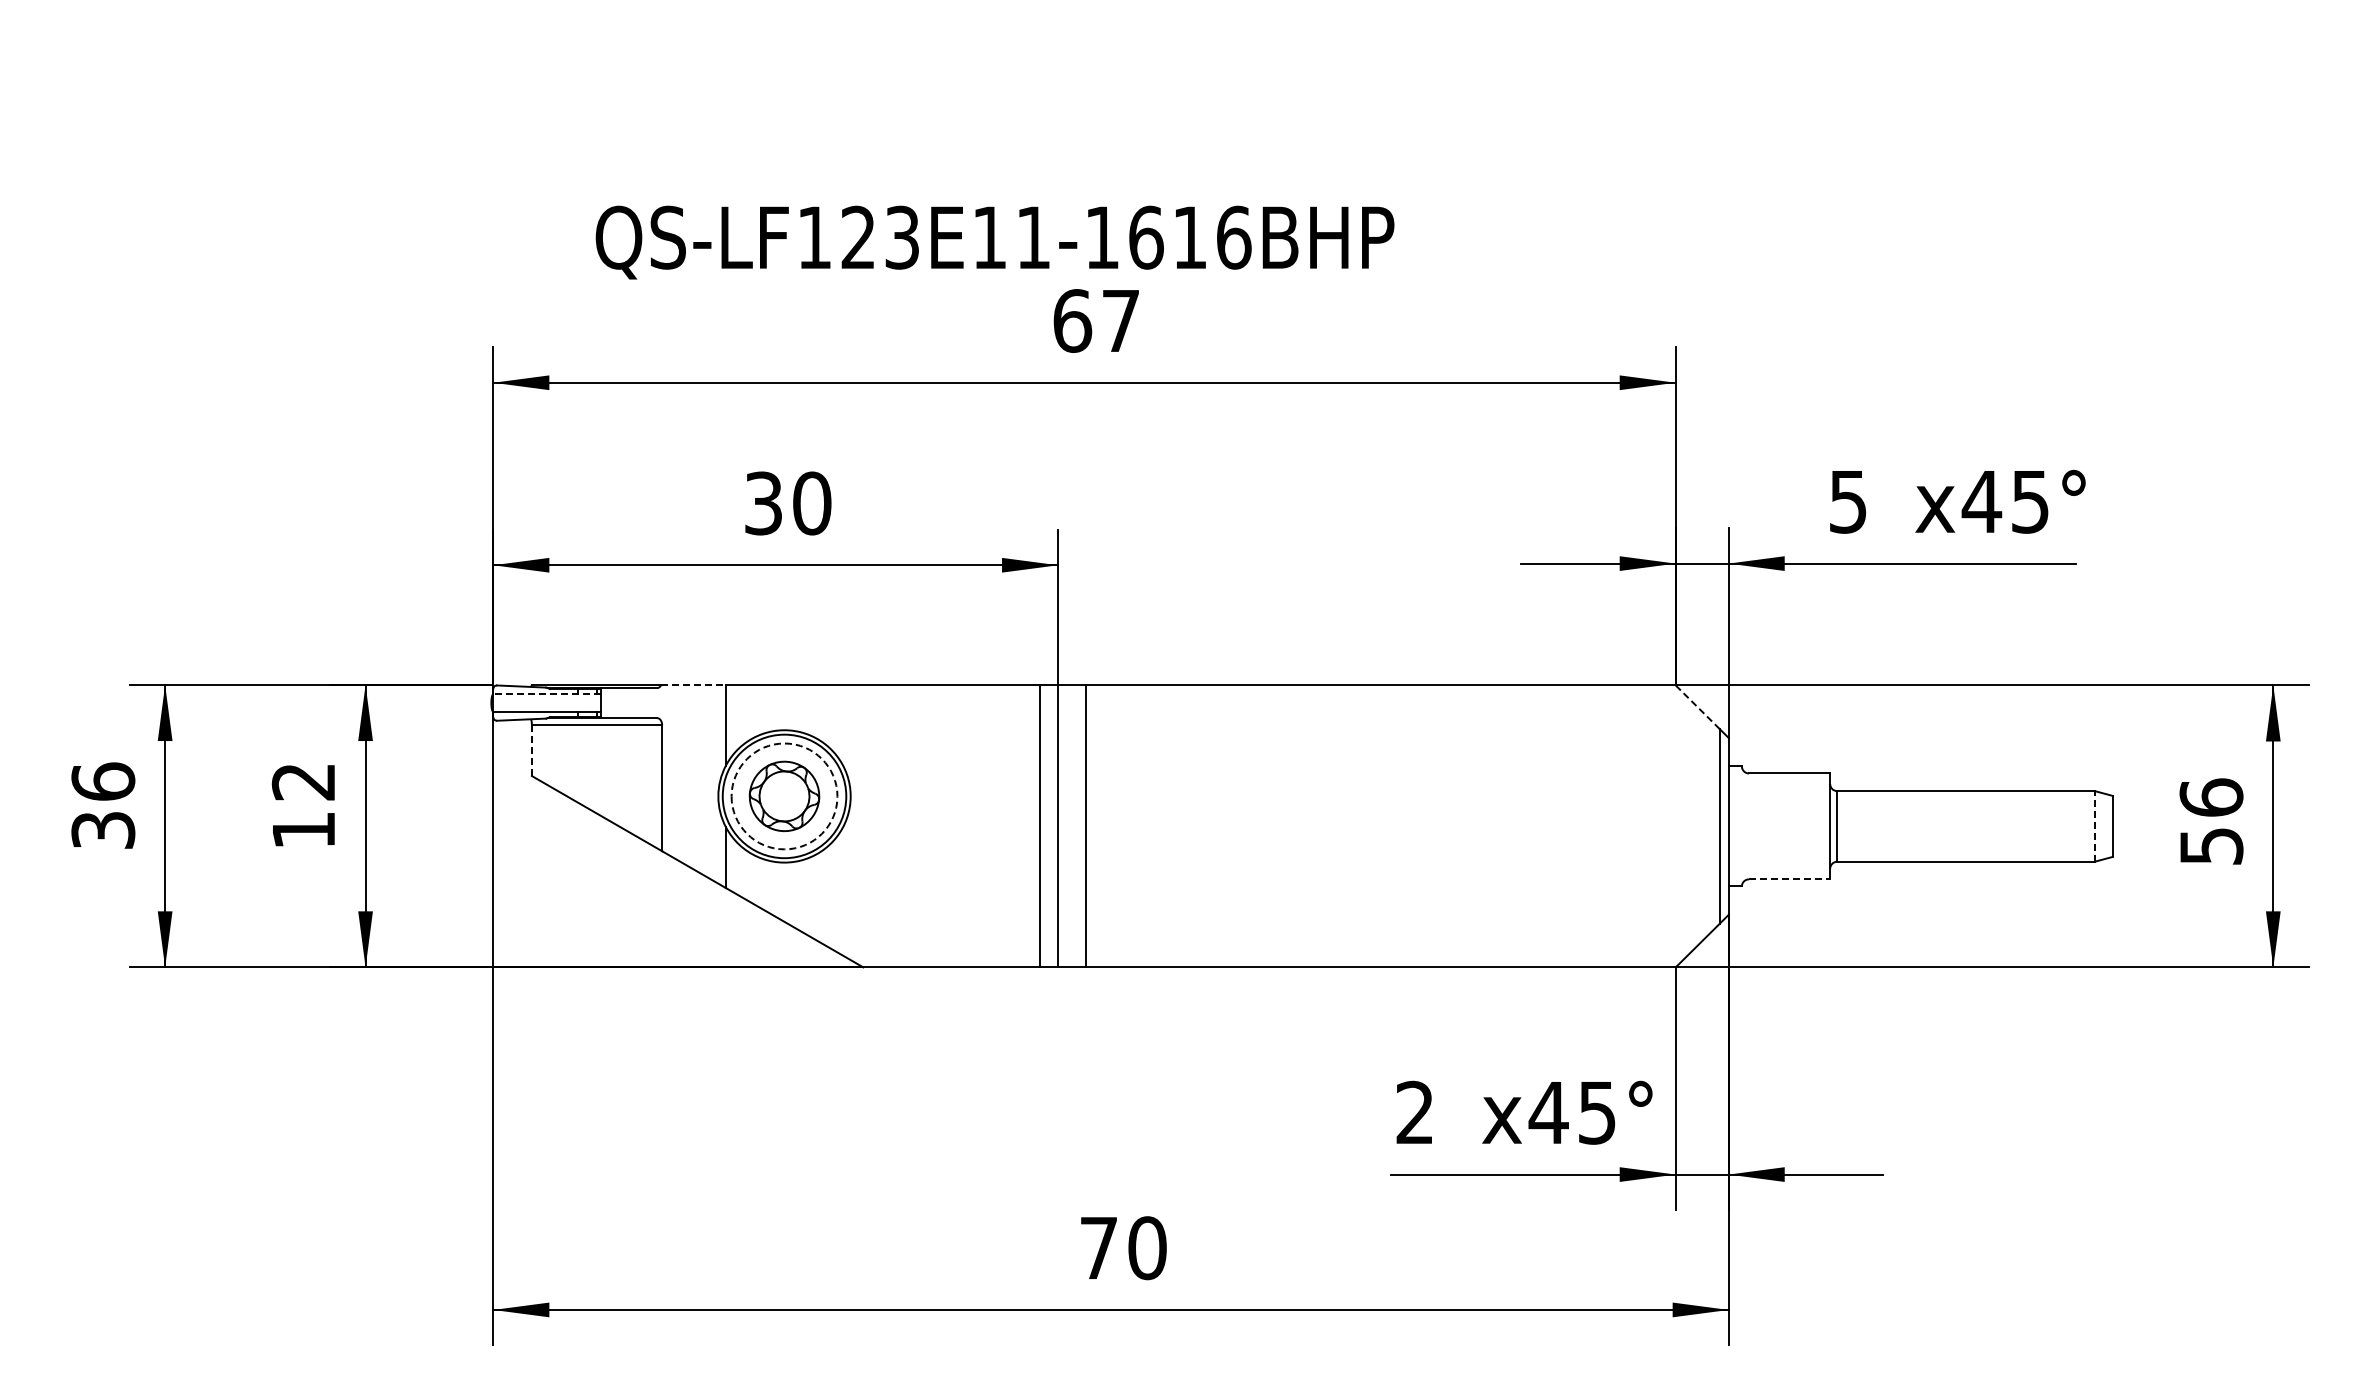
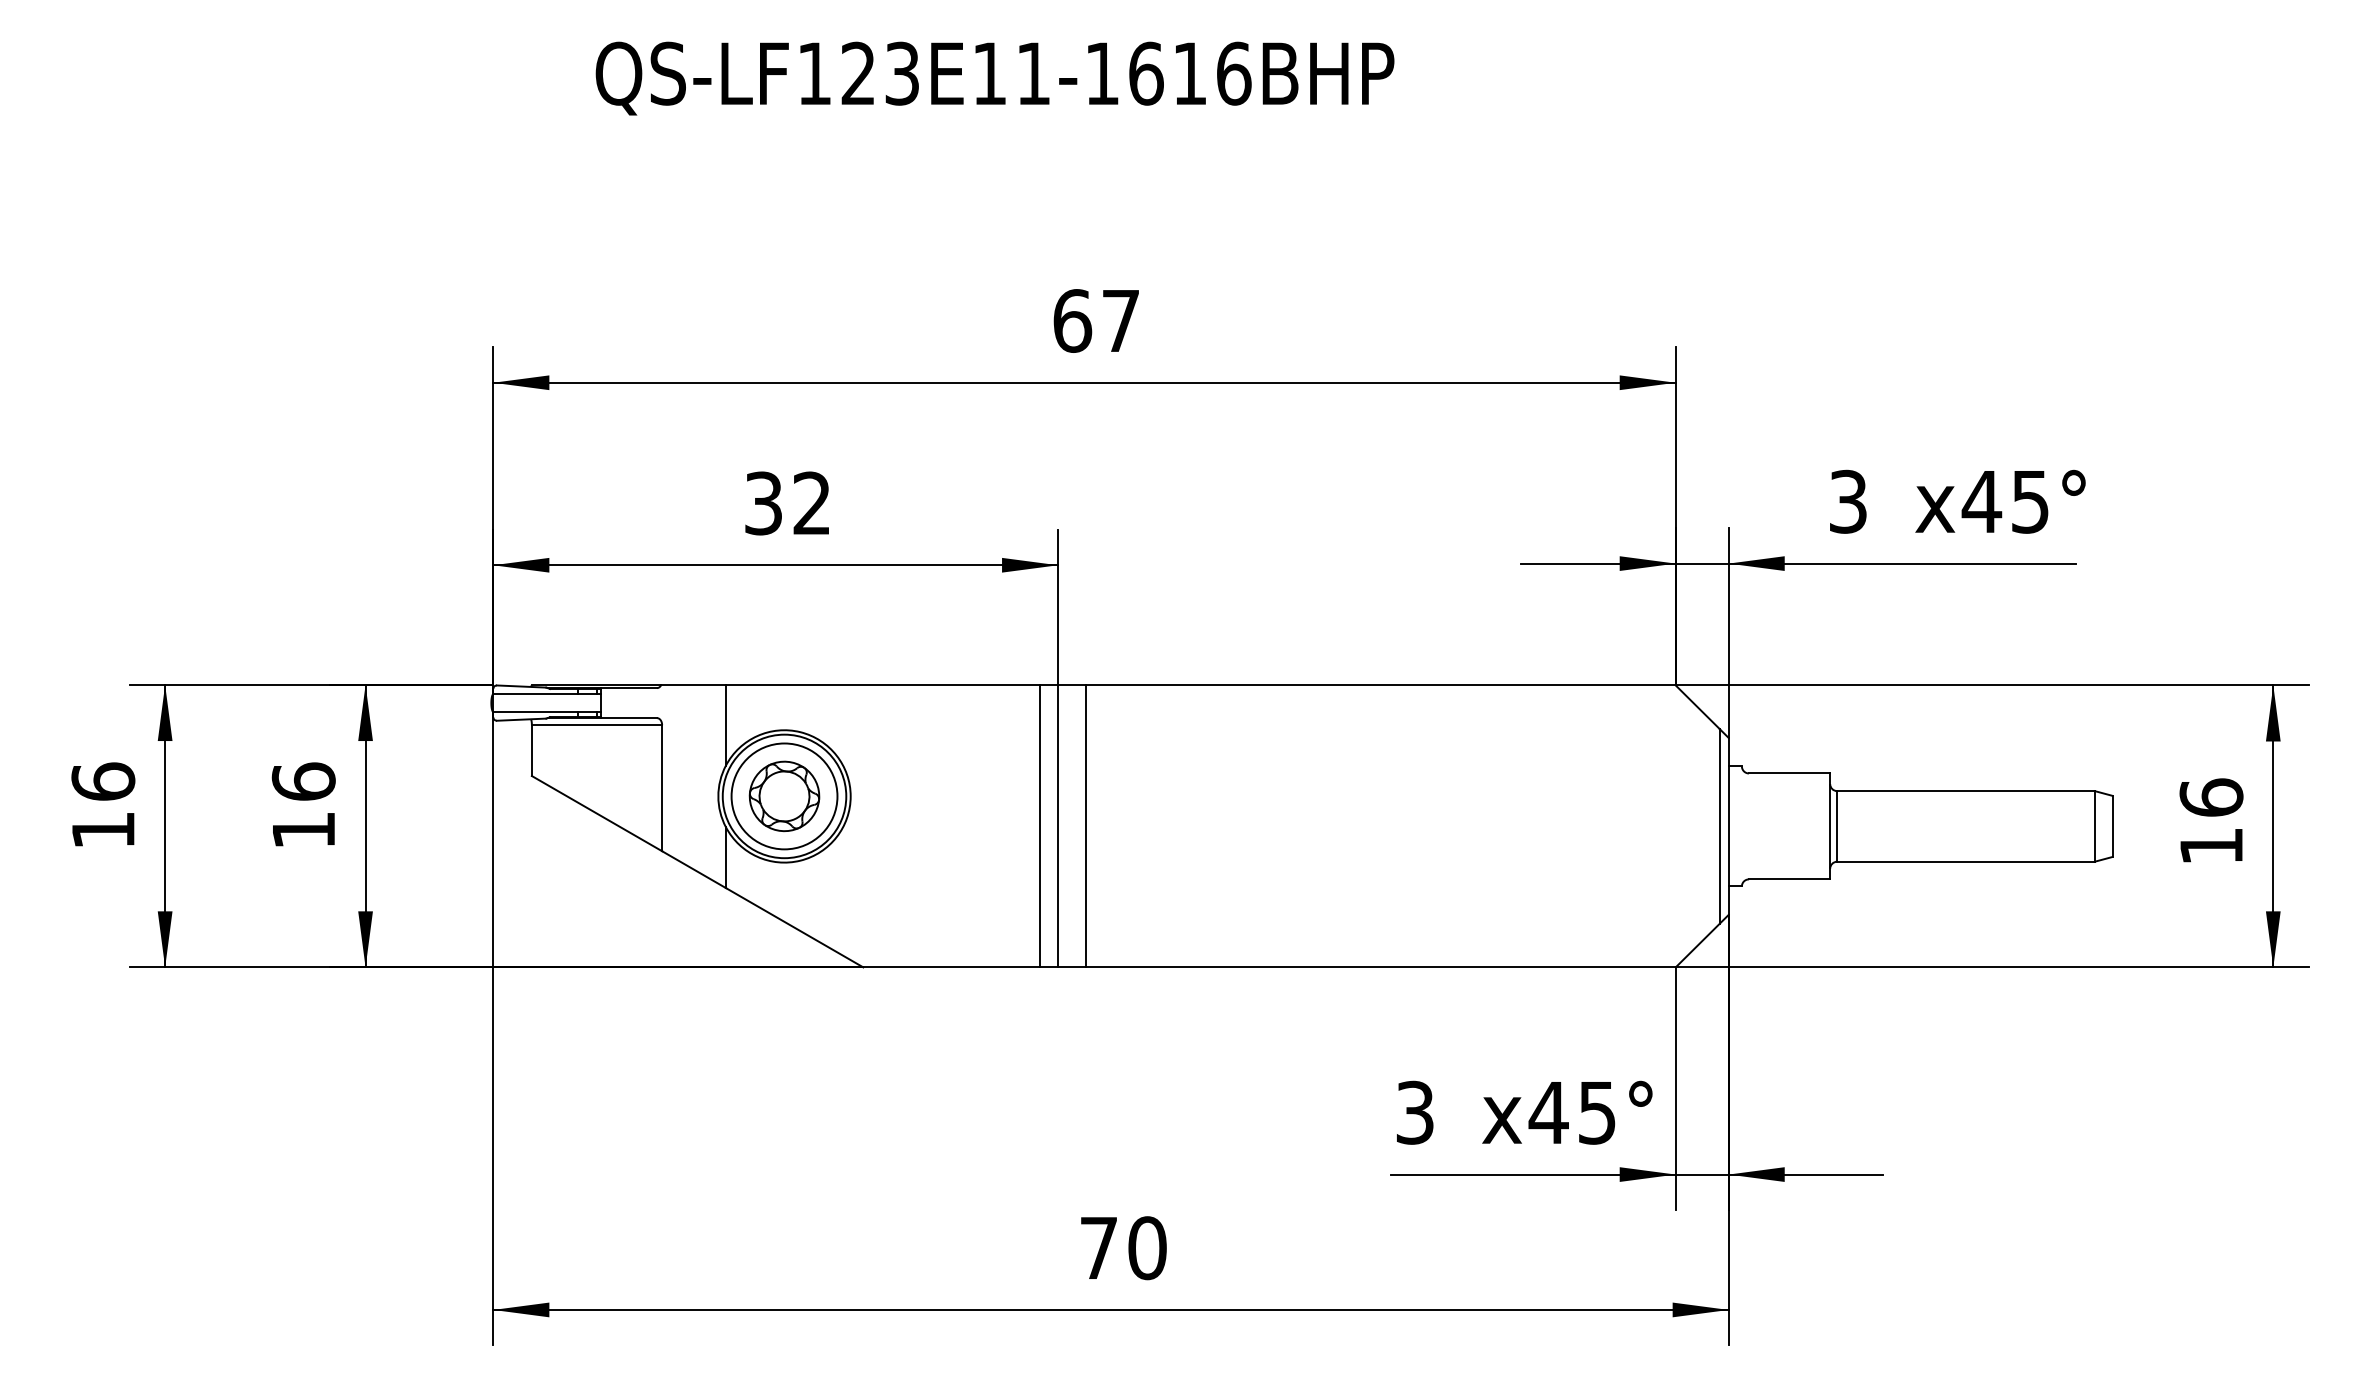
text at (994, 242) position: (994, 242) -> (994, 78)
text at (1848, 501): 5 -> 3
text at (812, 503): 30 -> 32
line at (693, 685): dashed -> solid
line at (546, 694): dashed -> solid
line at (1697, 706): dashed -> solid
line at (531, 750): dashed -> solid
text at (303, 781): 12 -> 16
circle at (784, 796): dashed -> solid
line at (2094, 825): dashed -> solid
text at (103, 830): 36 -> 16
text at (2211, 846): 56 -> 16
line at (1789, 879): dashed -> solid
text at (1414, 1112): 2 -> 3
